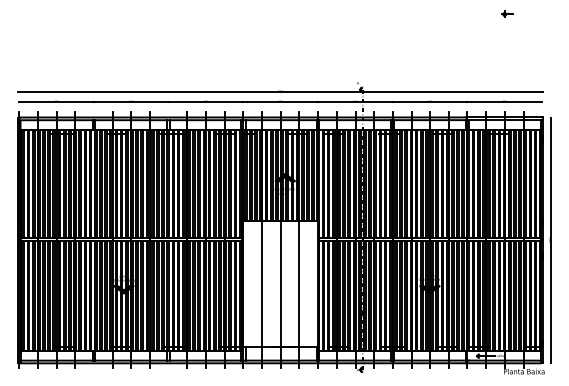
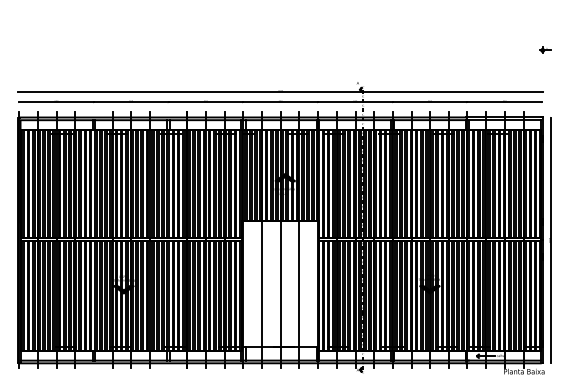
part at (507, 13) position: (507, 13) -> (545, 49)
